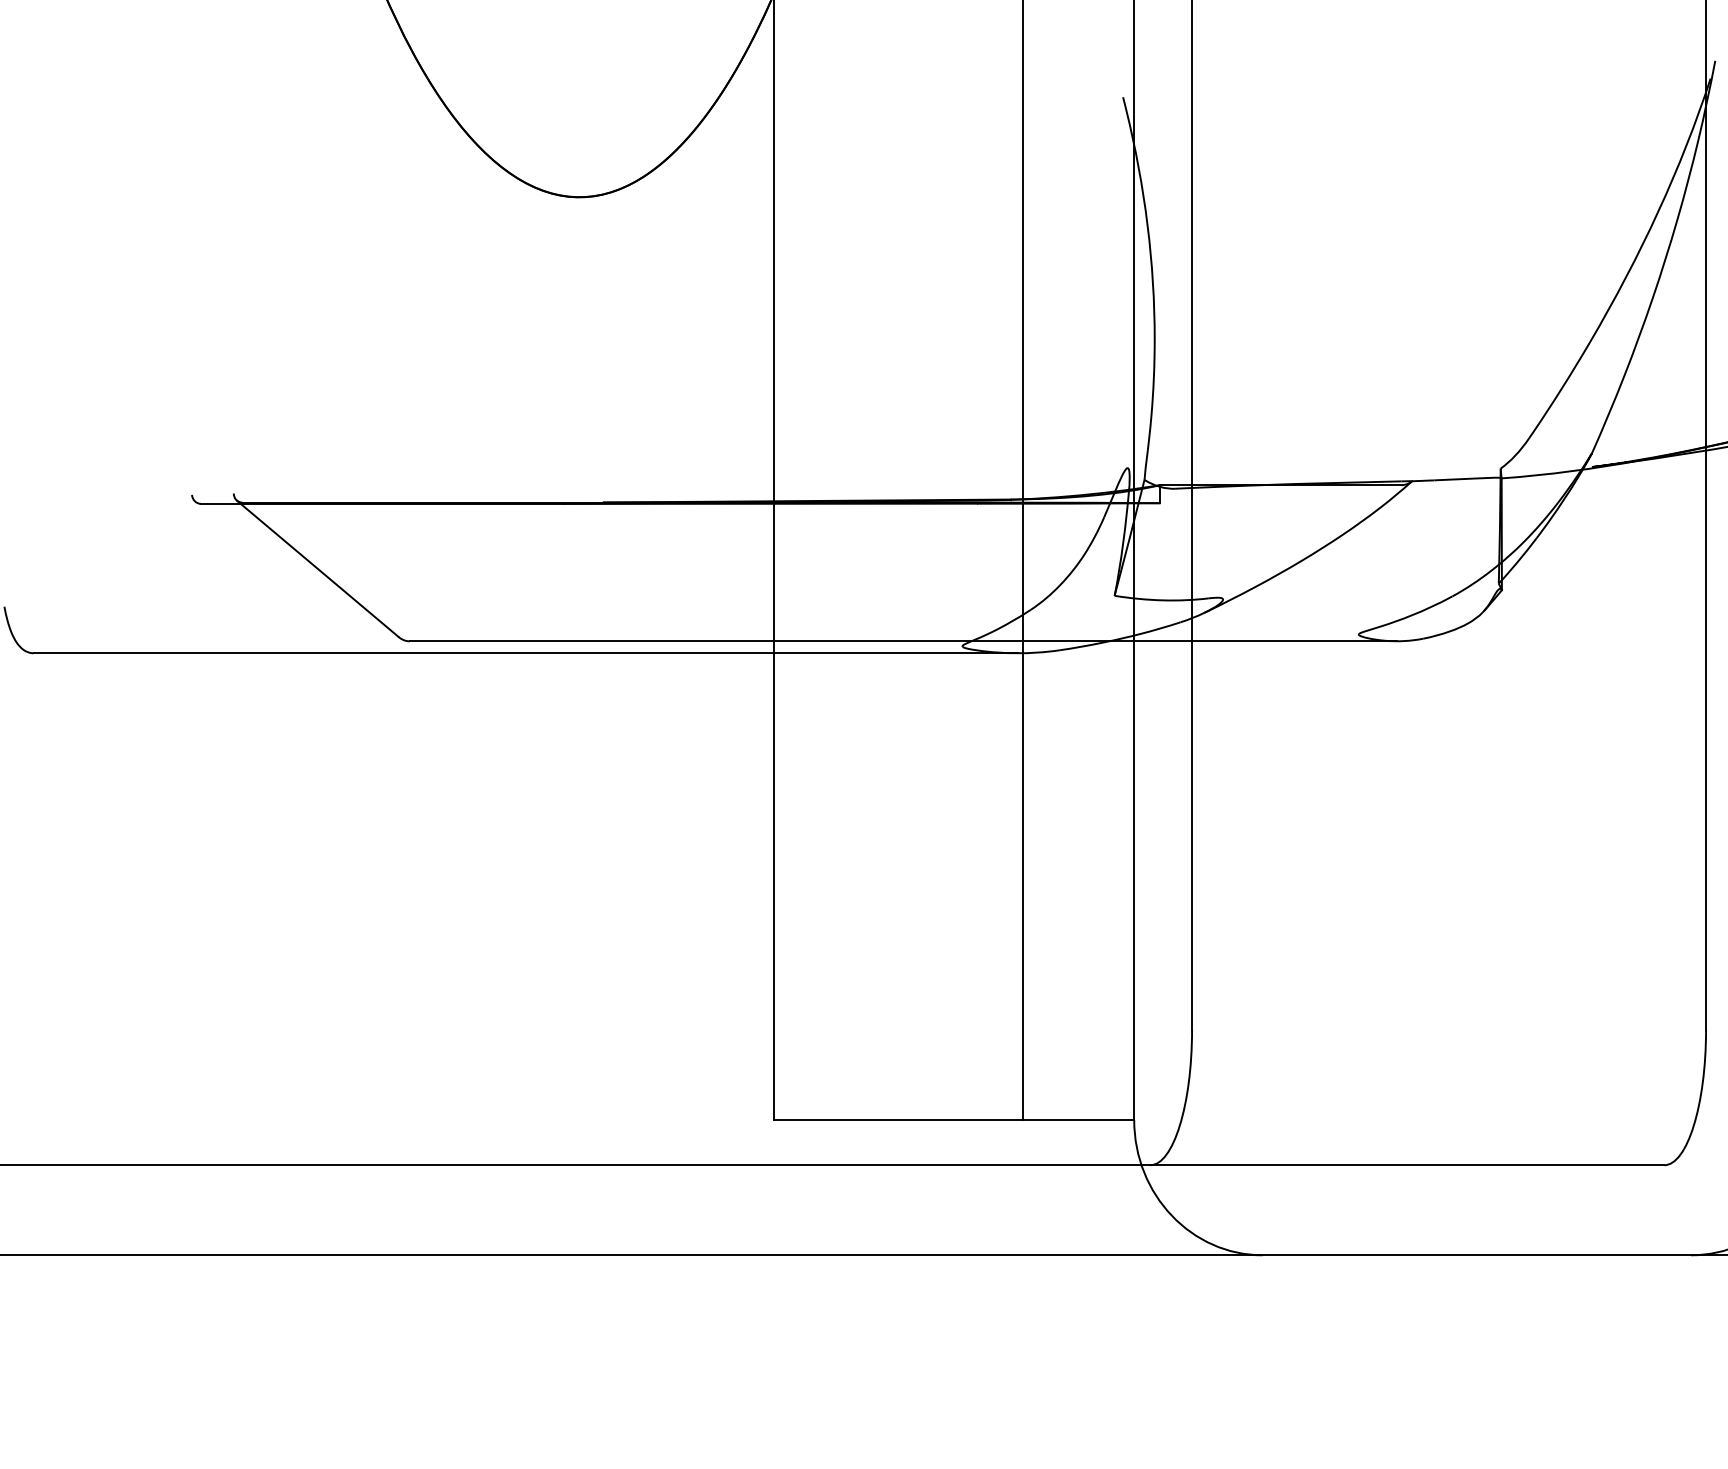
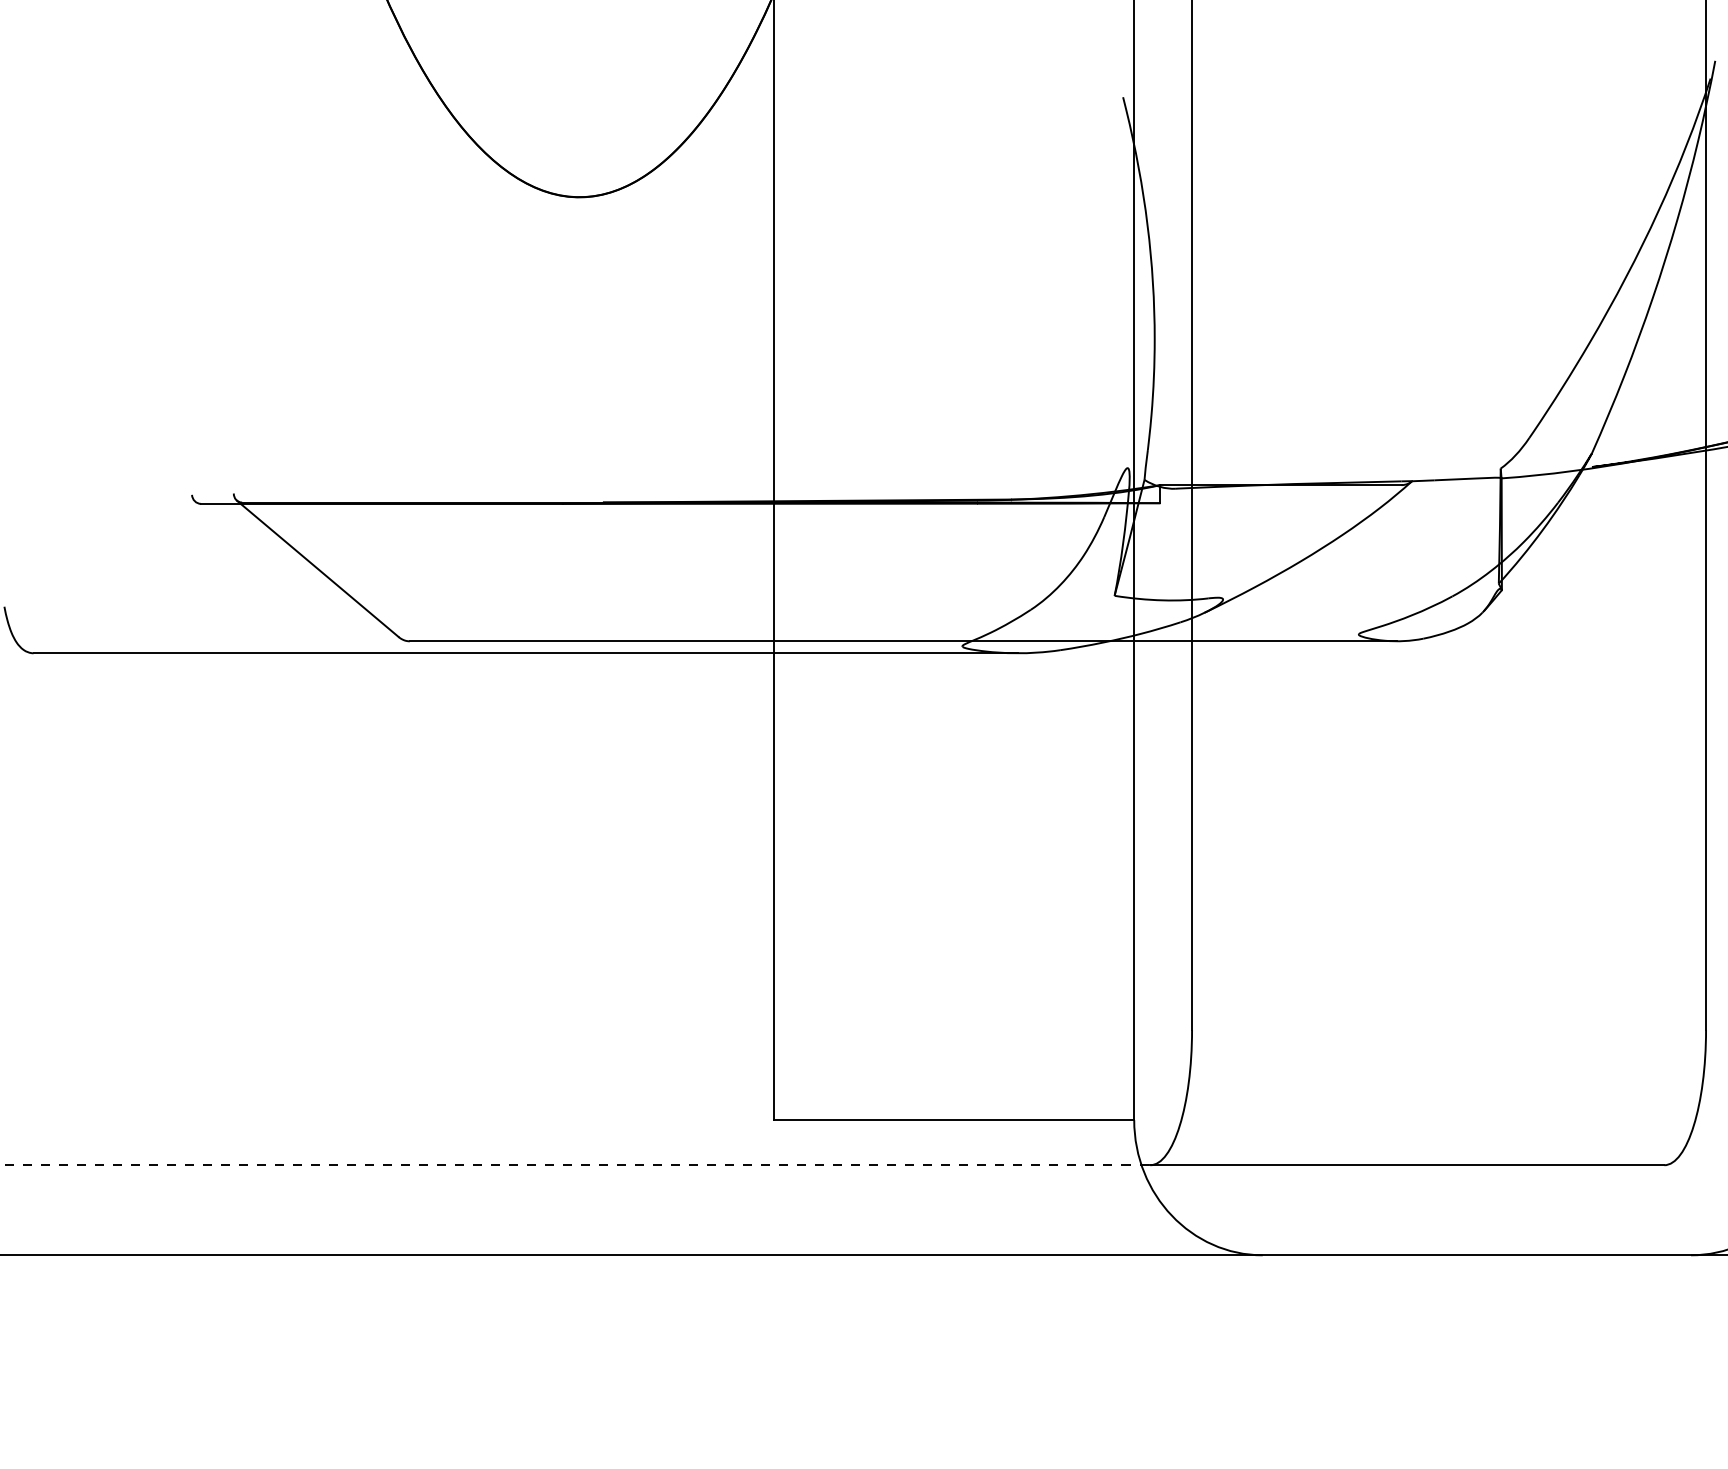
line at (1022, 561): present -> none
line at (575, 1165): solid -> dashed
